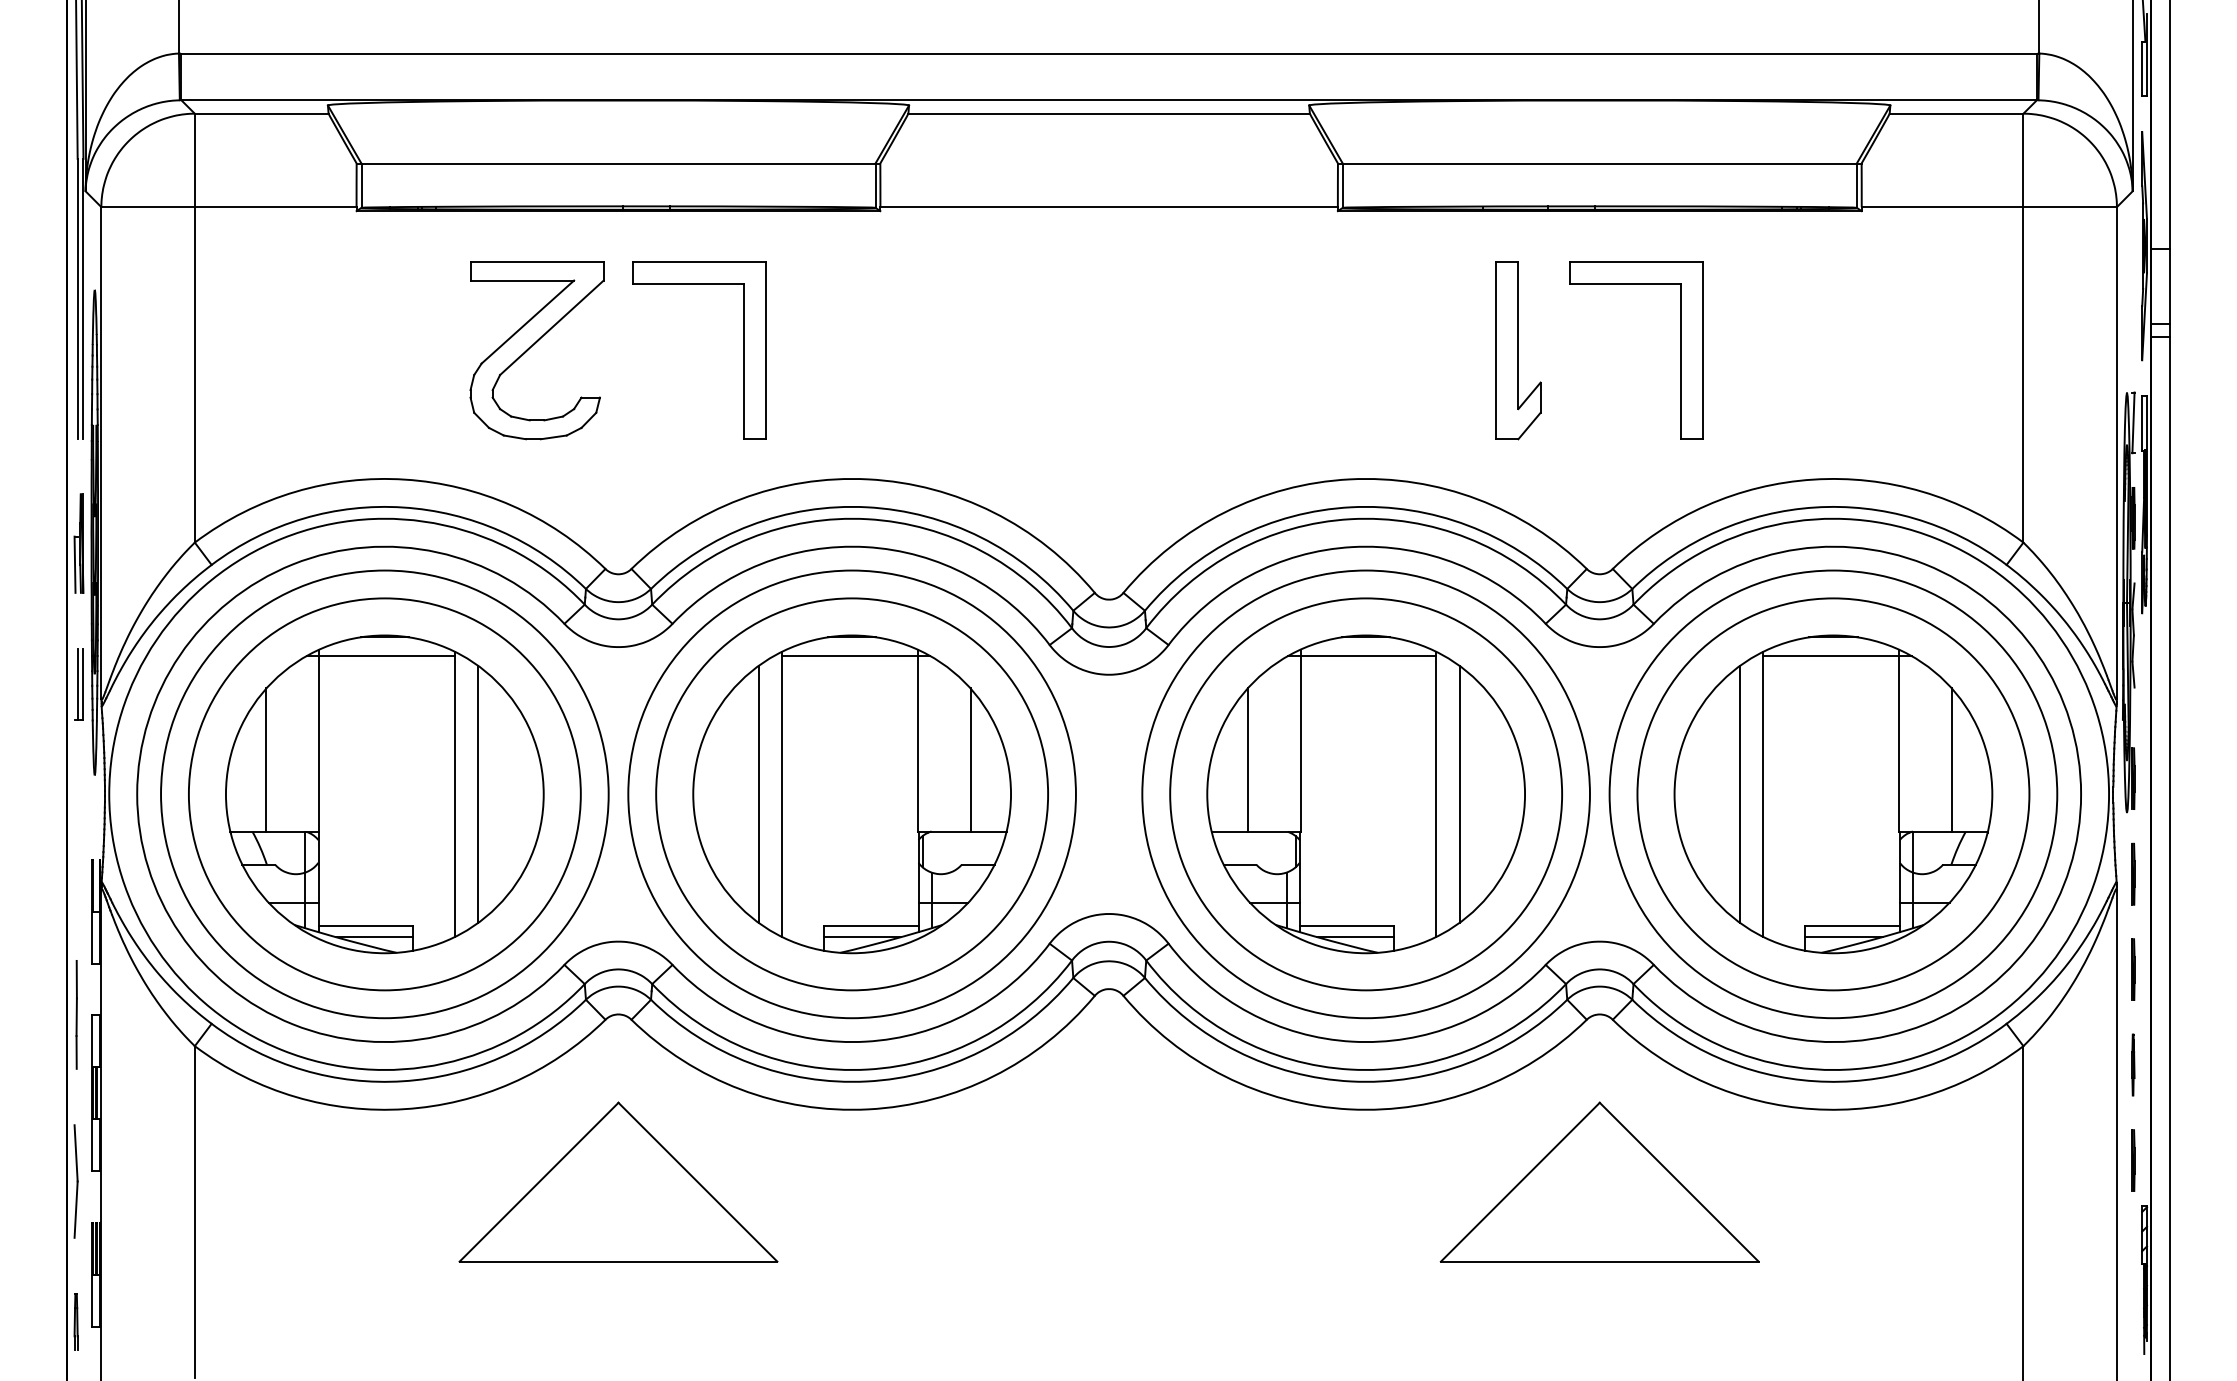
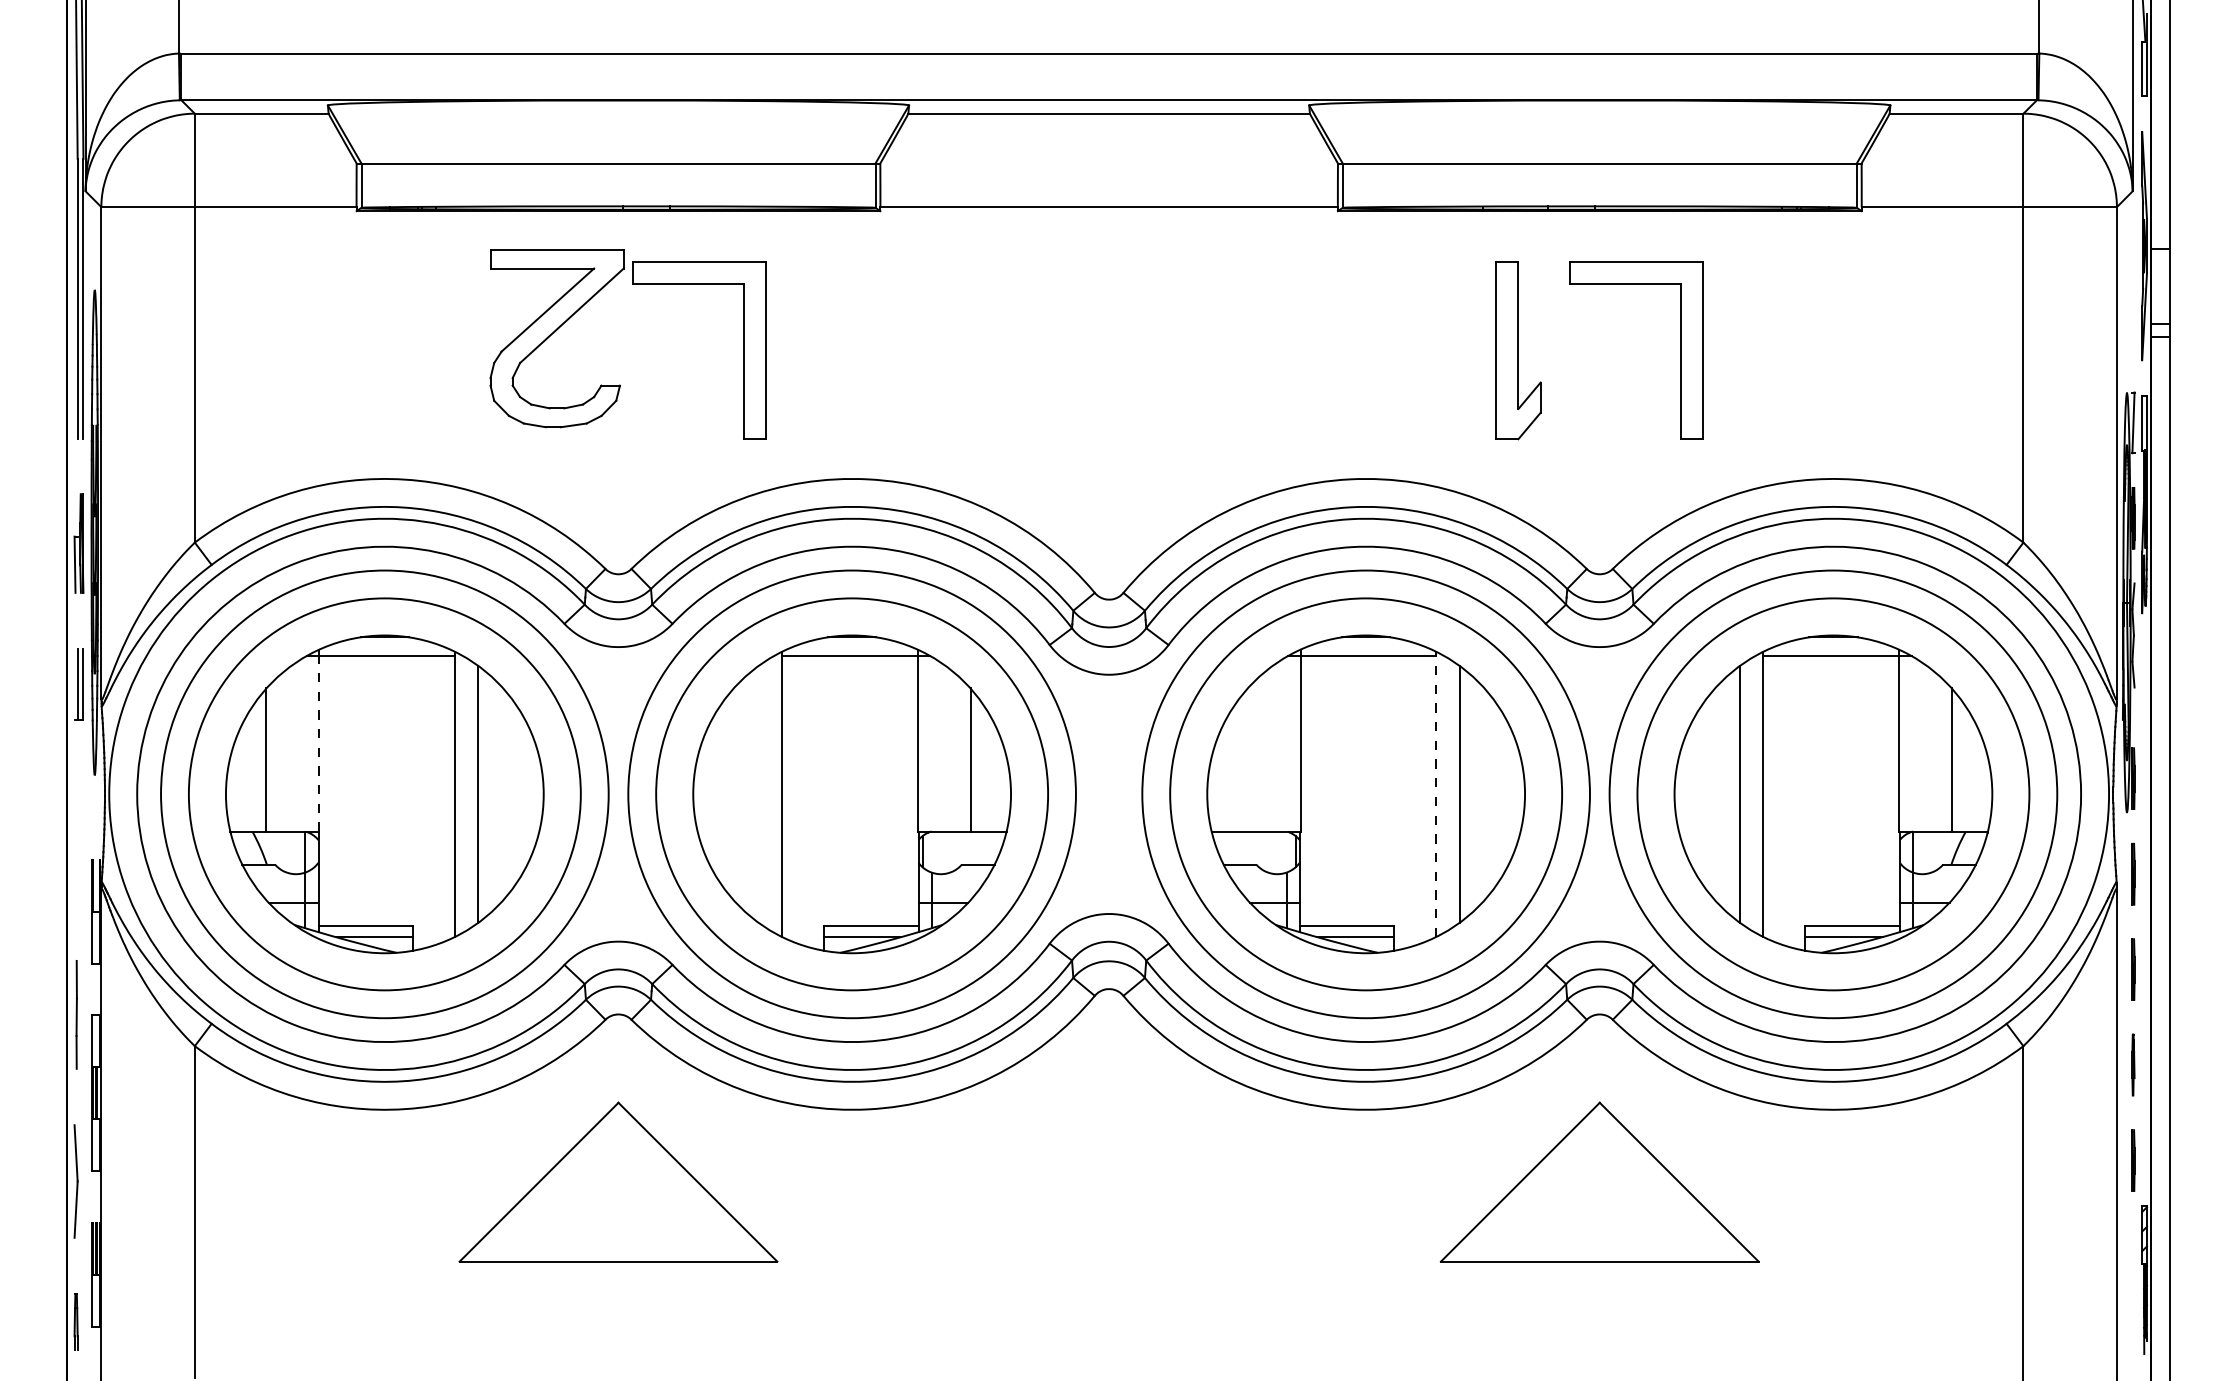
part at (536, 350) position: (536, 350) -> (556, 338)
line at (319, 743): solid -> dashed
line at (1247, 759): present -> none
line at (758, 793): present -> none
line at (1436, 794): solid -> dashed
